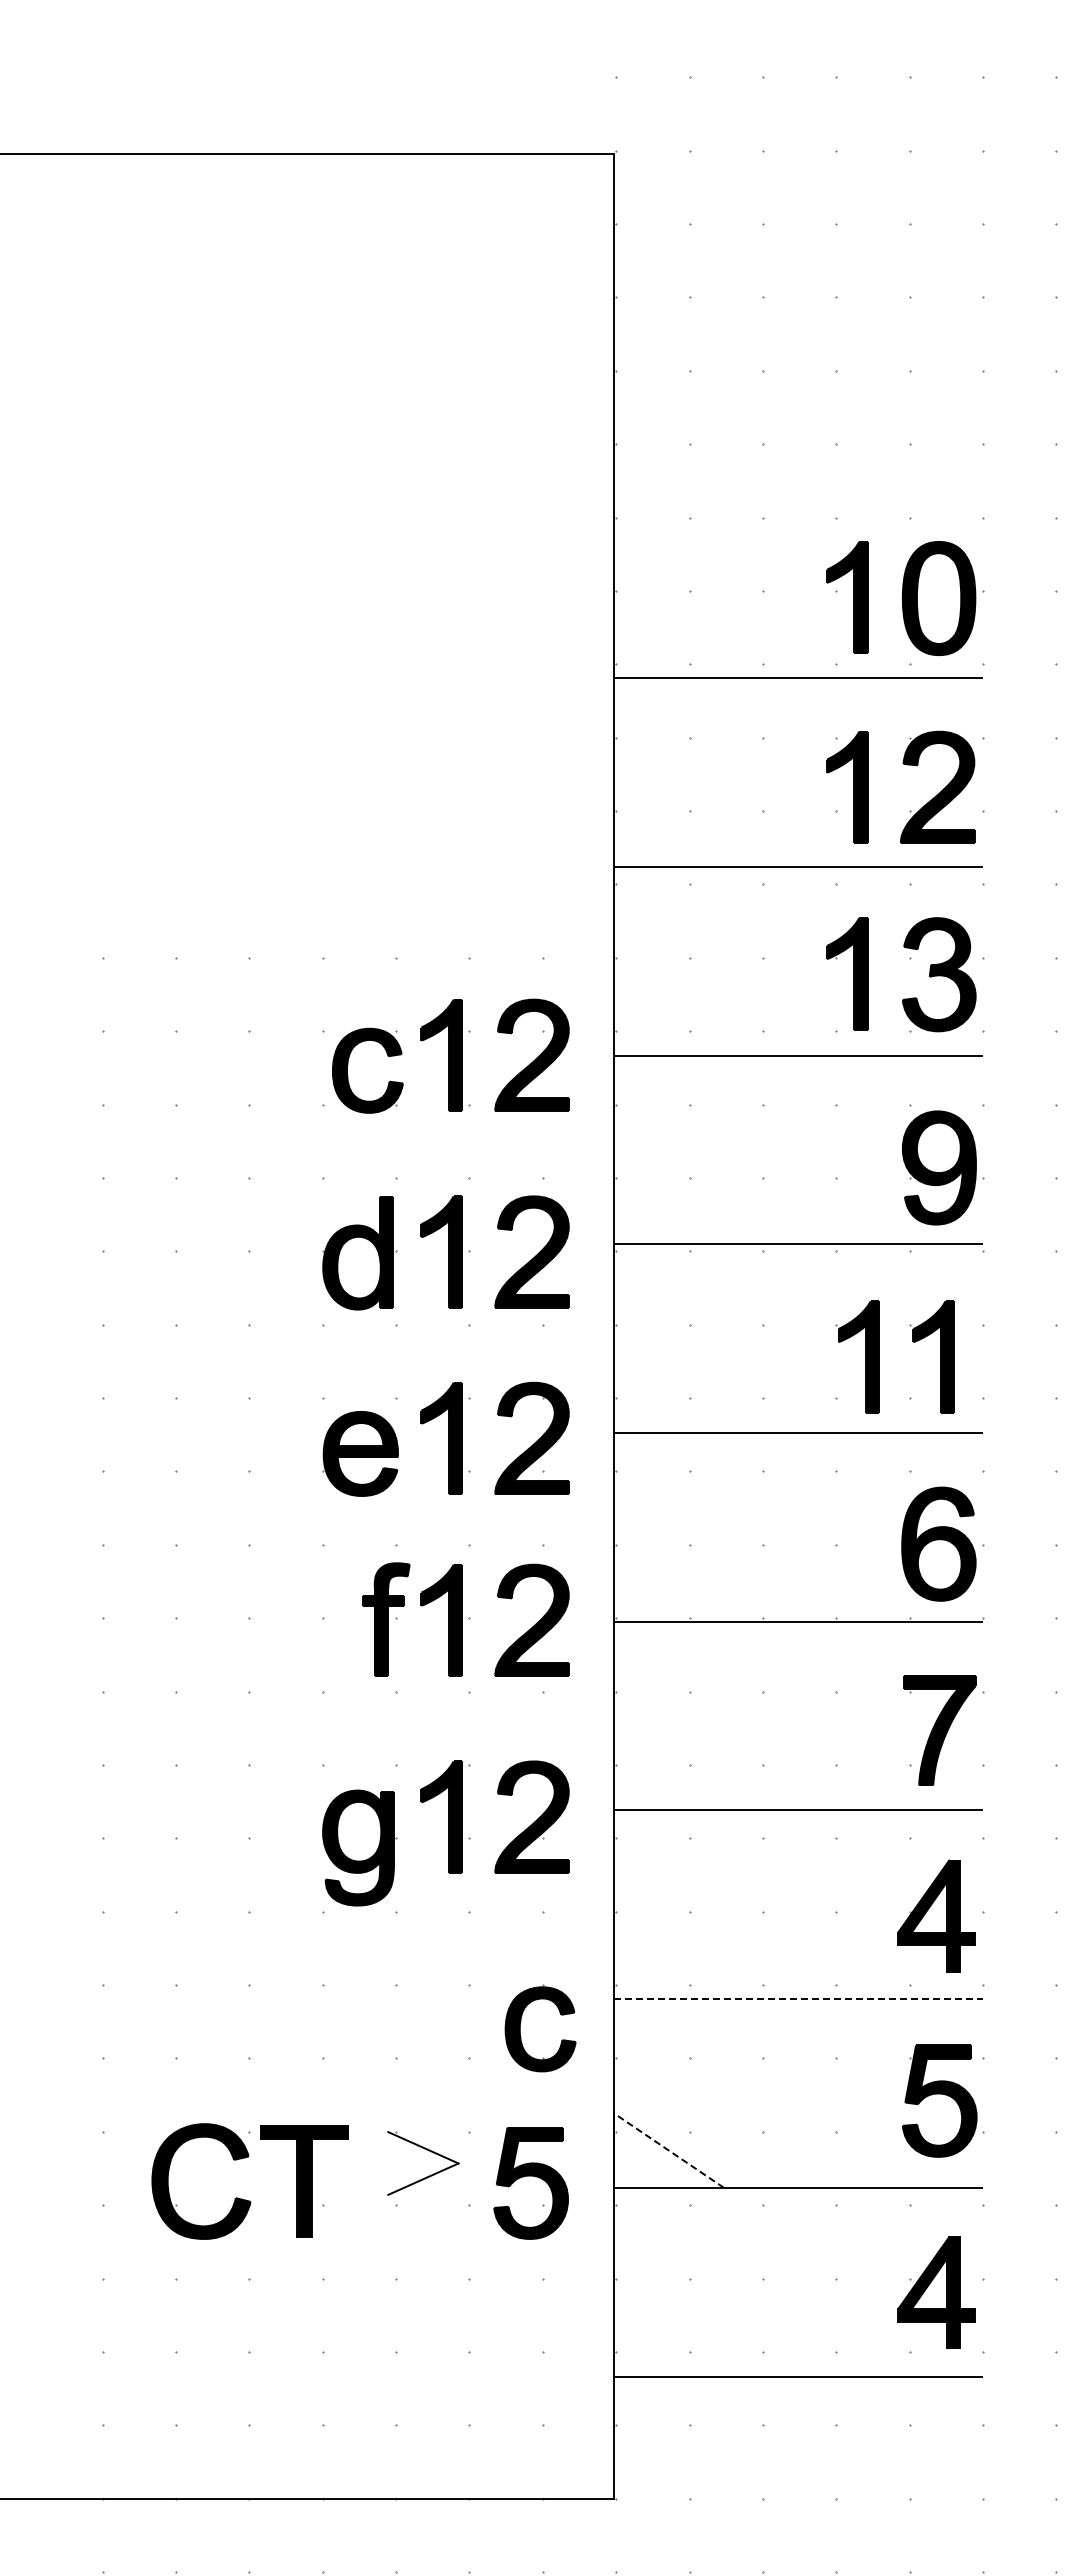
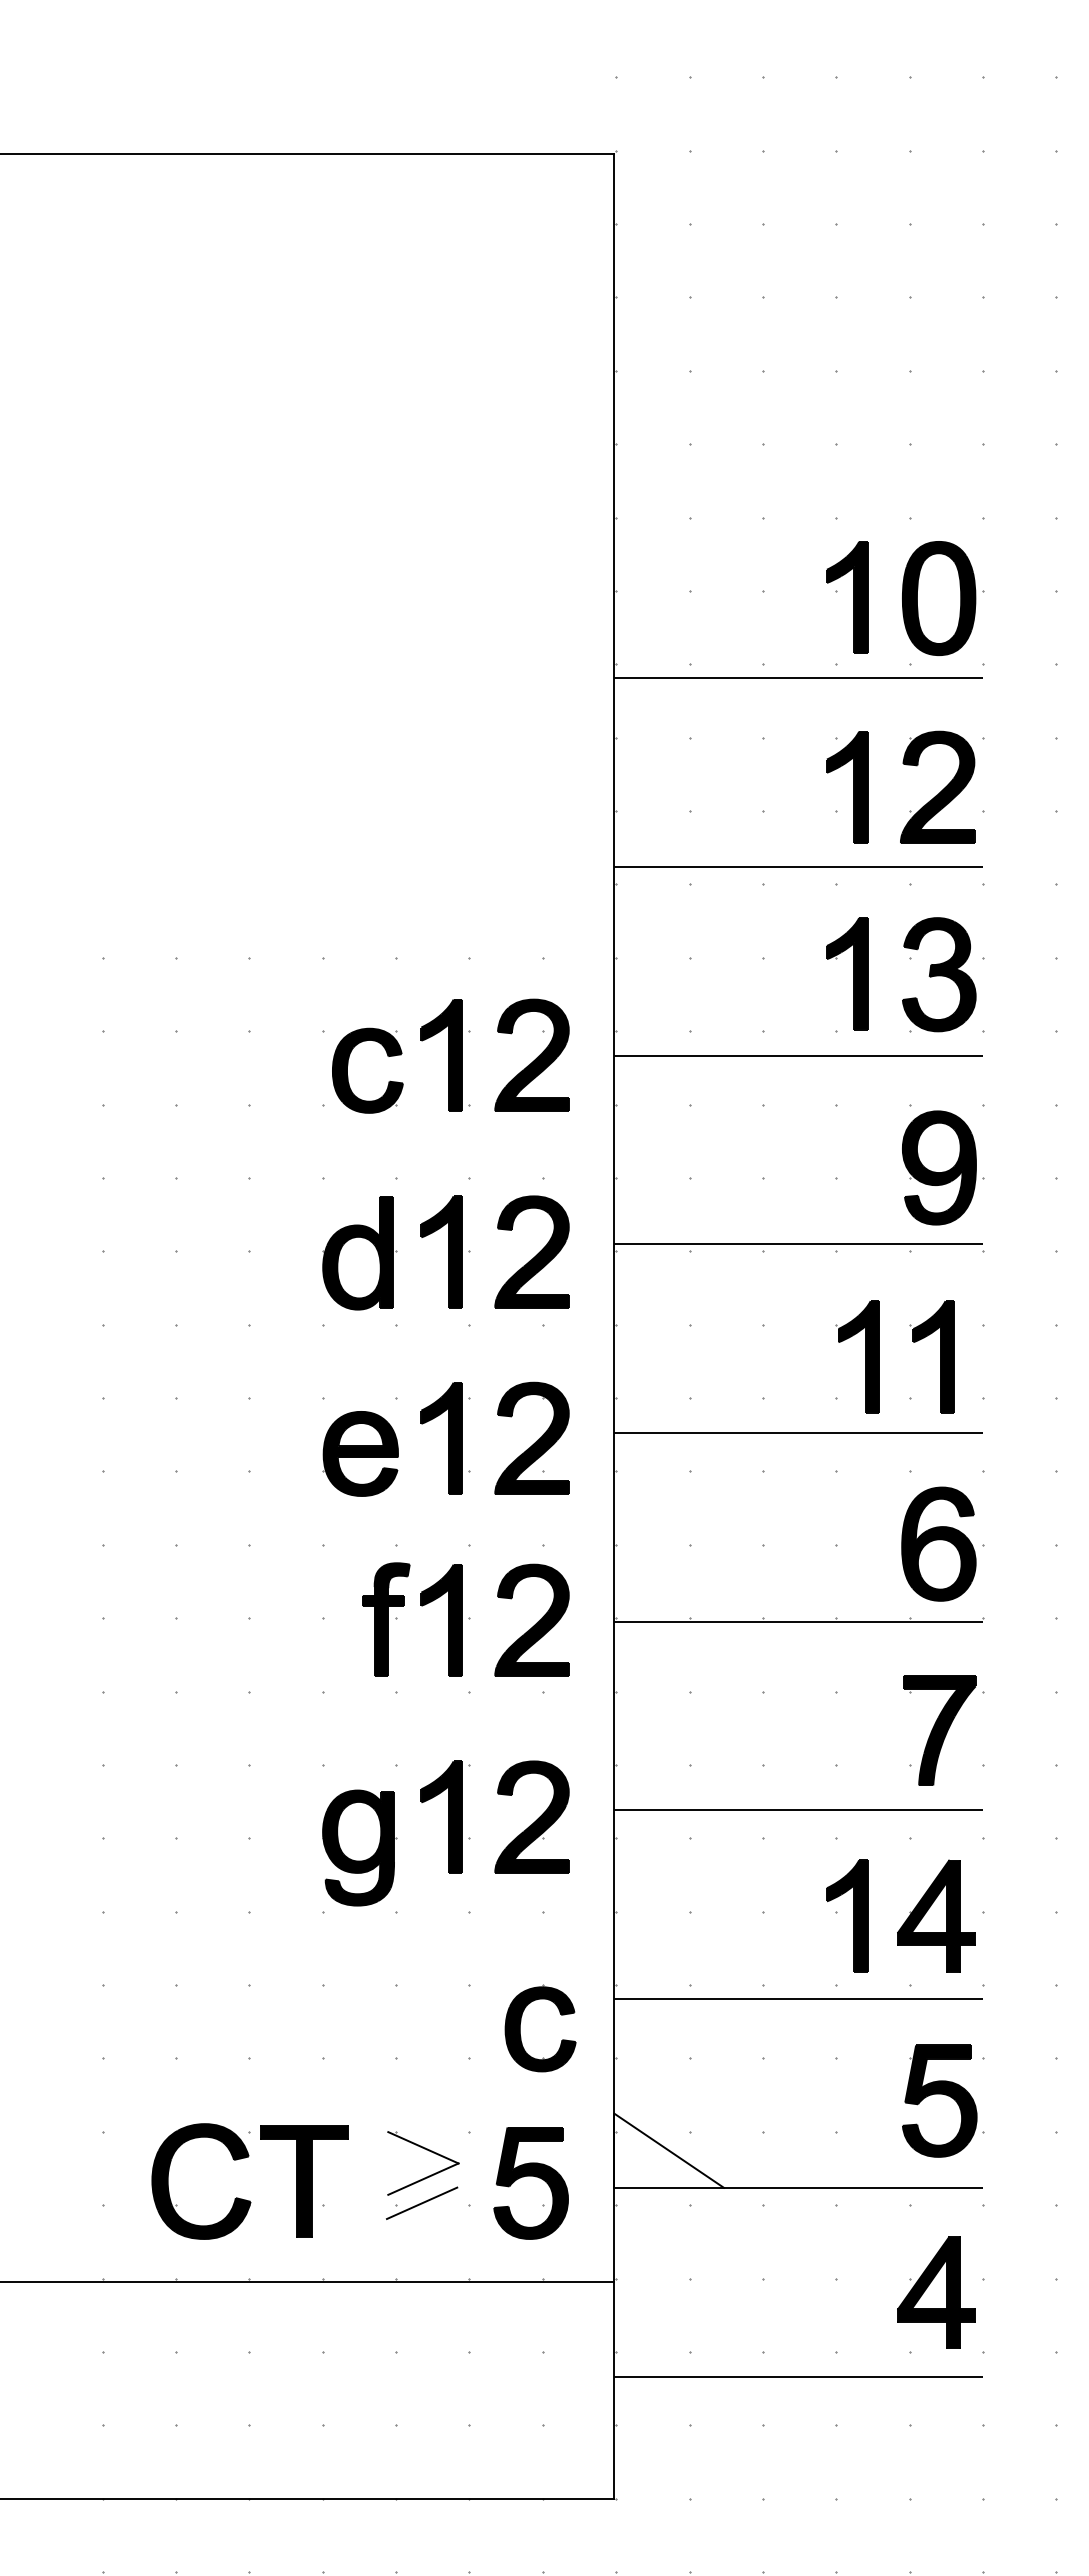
part at (847, 1915): none -> present
line at (799, 1999): dashed -> solid
line at (668, 2150): dashed -> solid
line at (421, 2203): none -> present
line at (308, 2281): none -> present
